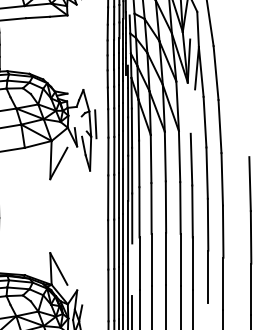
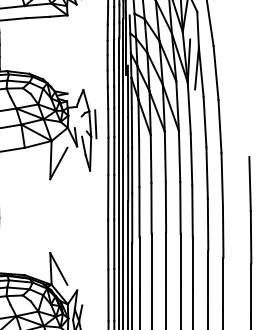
line at (188, 107): none -> present
line at (132, 269): none -> present
line at (208, 314): none -> present
